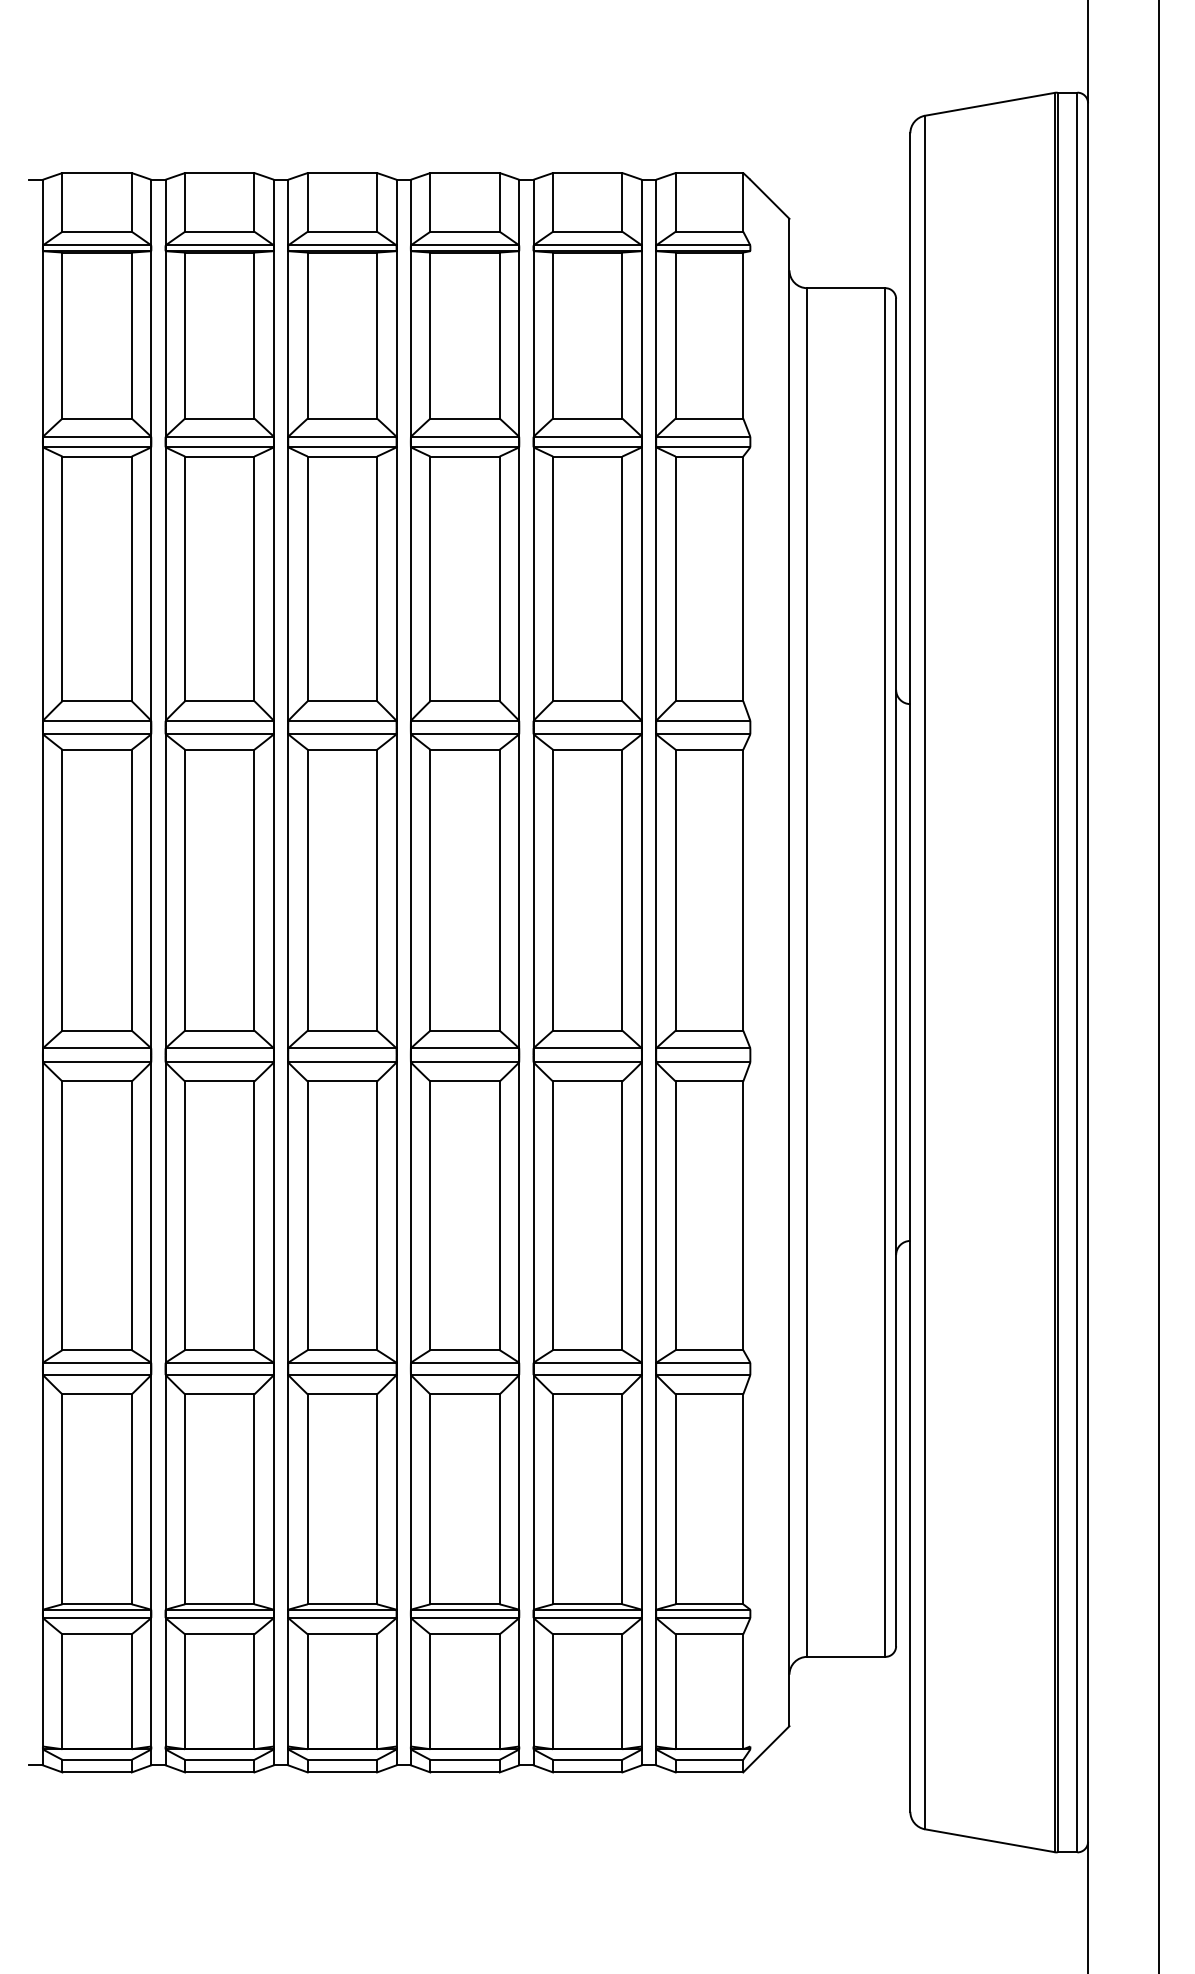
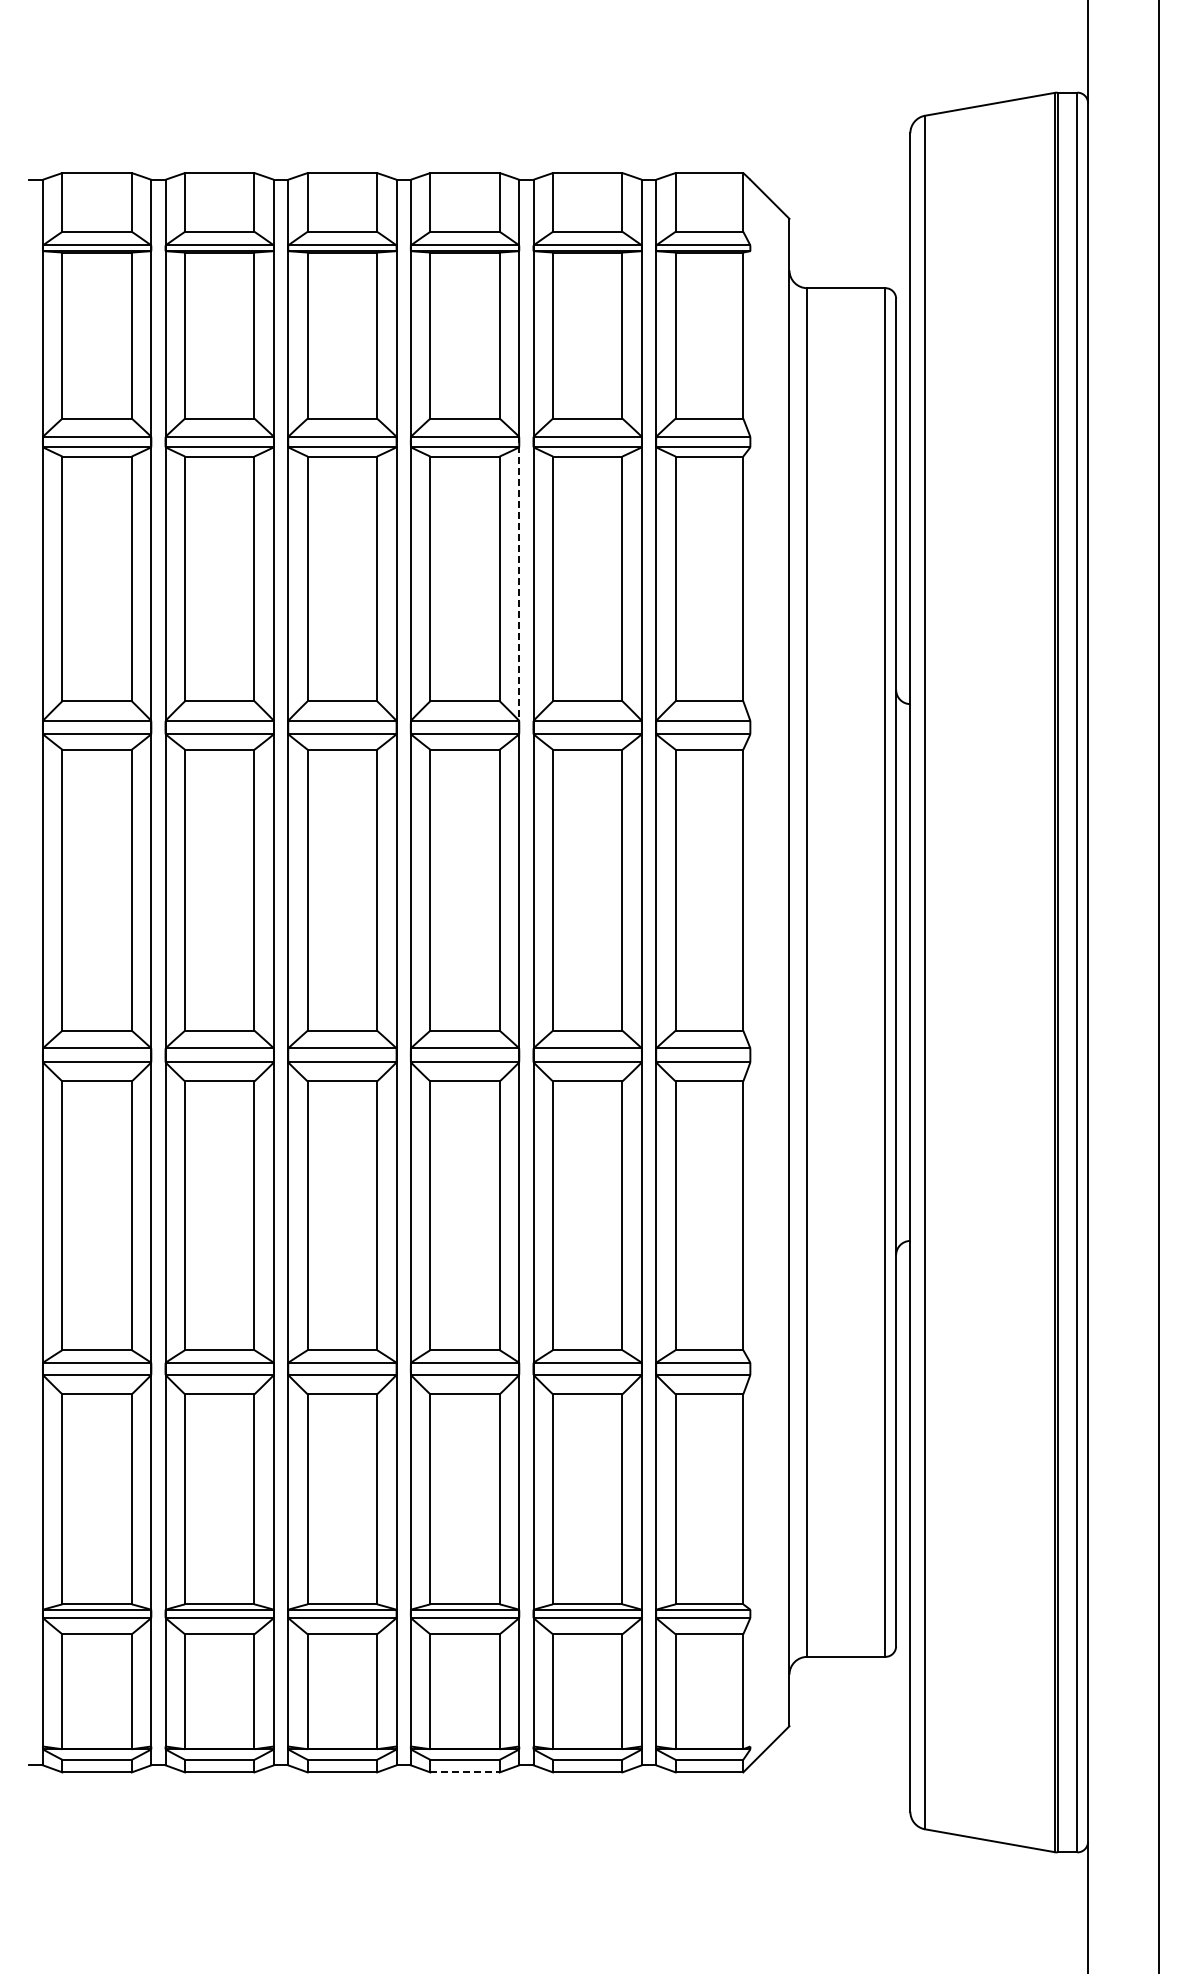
line at (519, 584): solid -> dashed
line at (465, 1772): solid -> dashed
